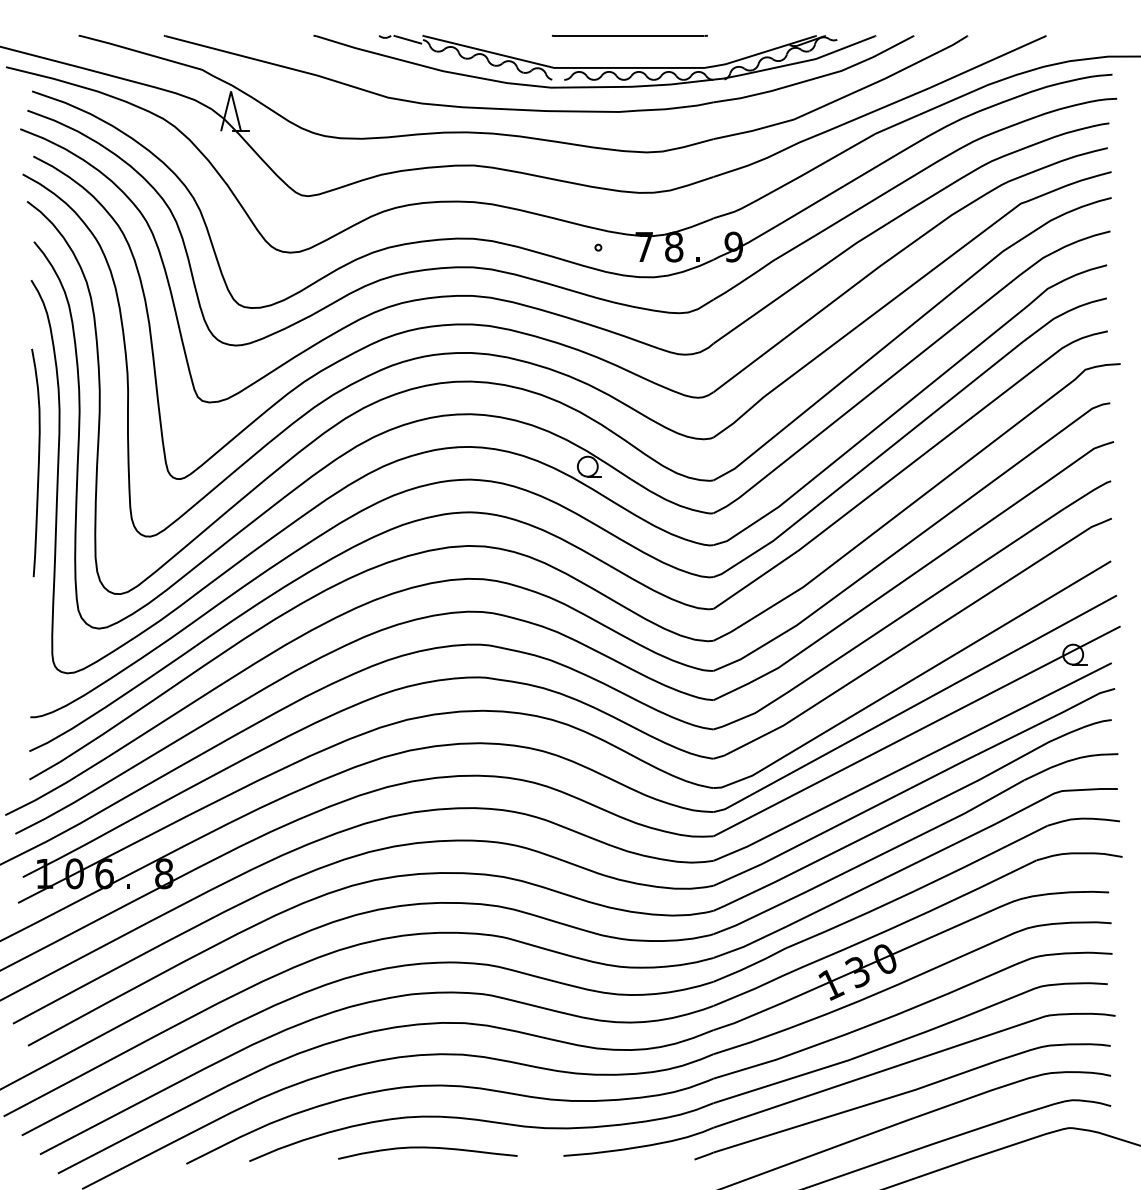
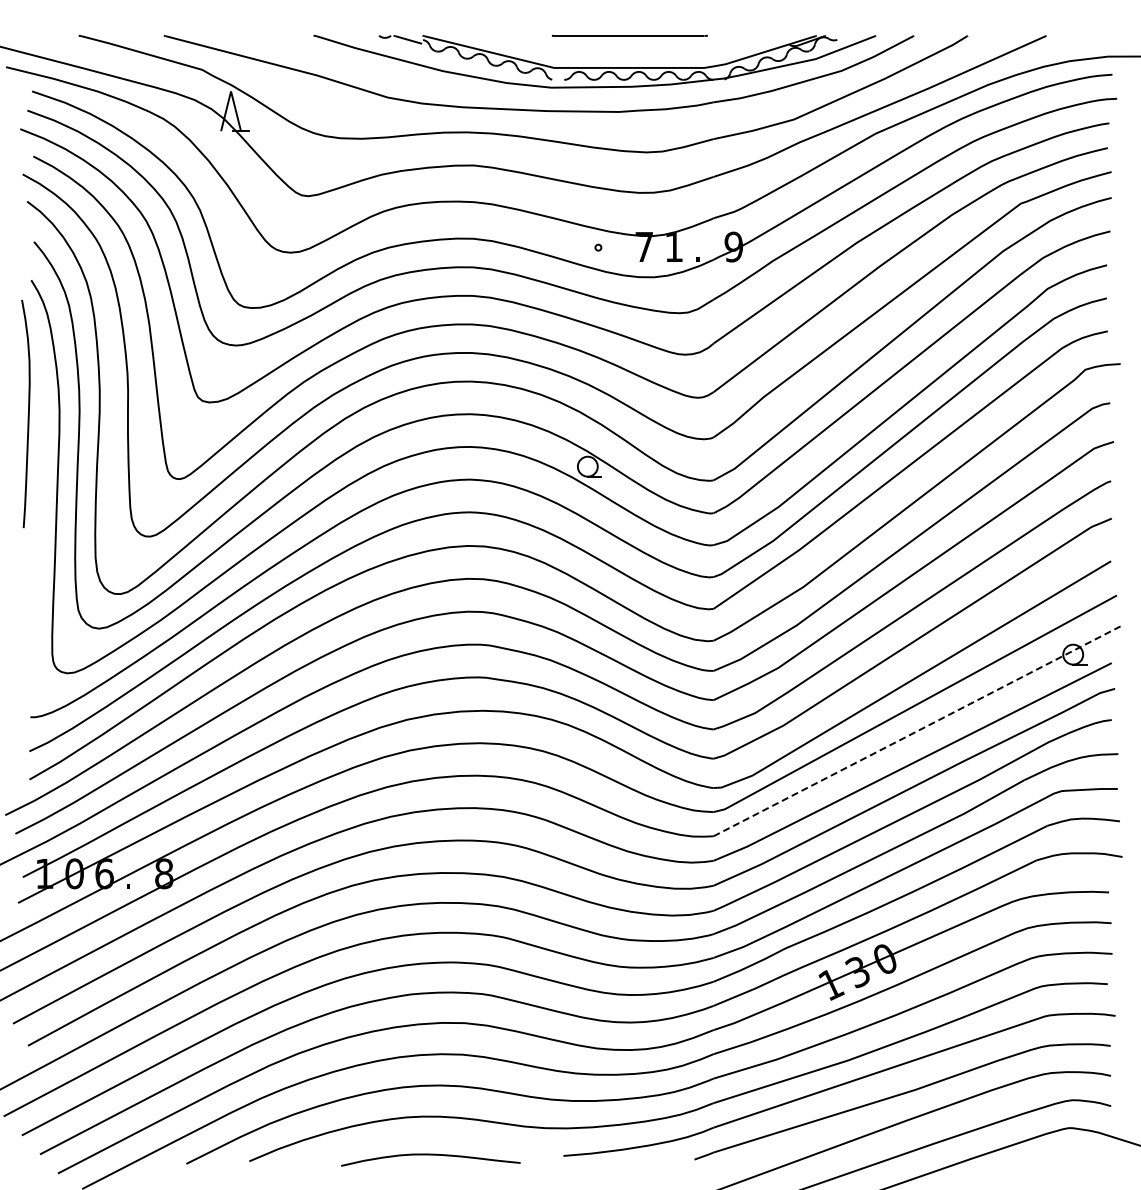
text at (674, 246): 8 -> 1
curve at (37, 464) position: (37, 464) -> (27, 415)
line at (916, 731): solid -> dashed
curve at (427, 1148) position: (427, 1148) -> (430, 1155)
